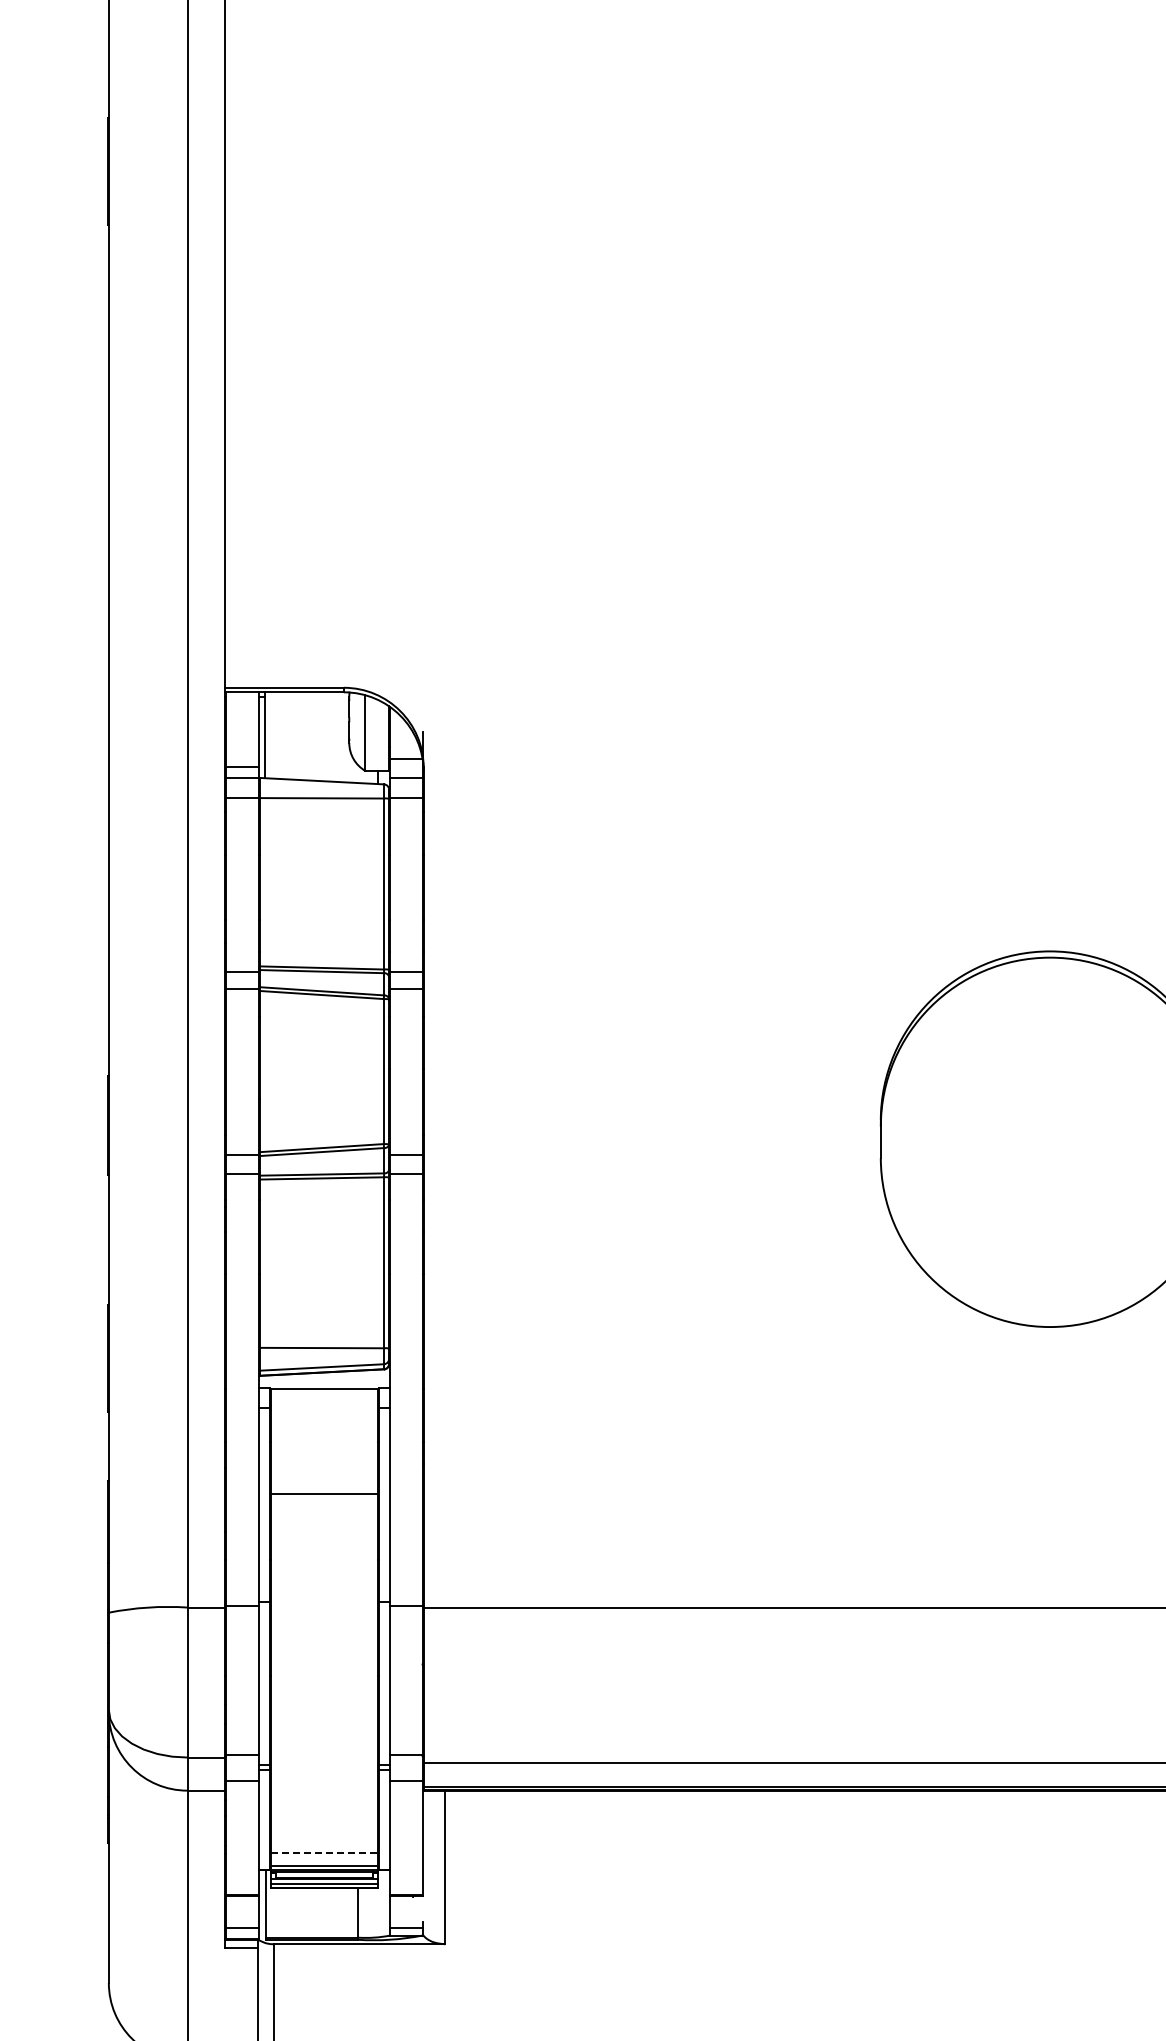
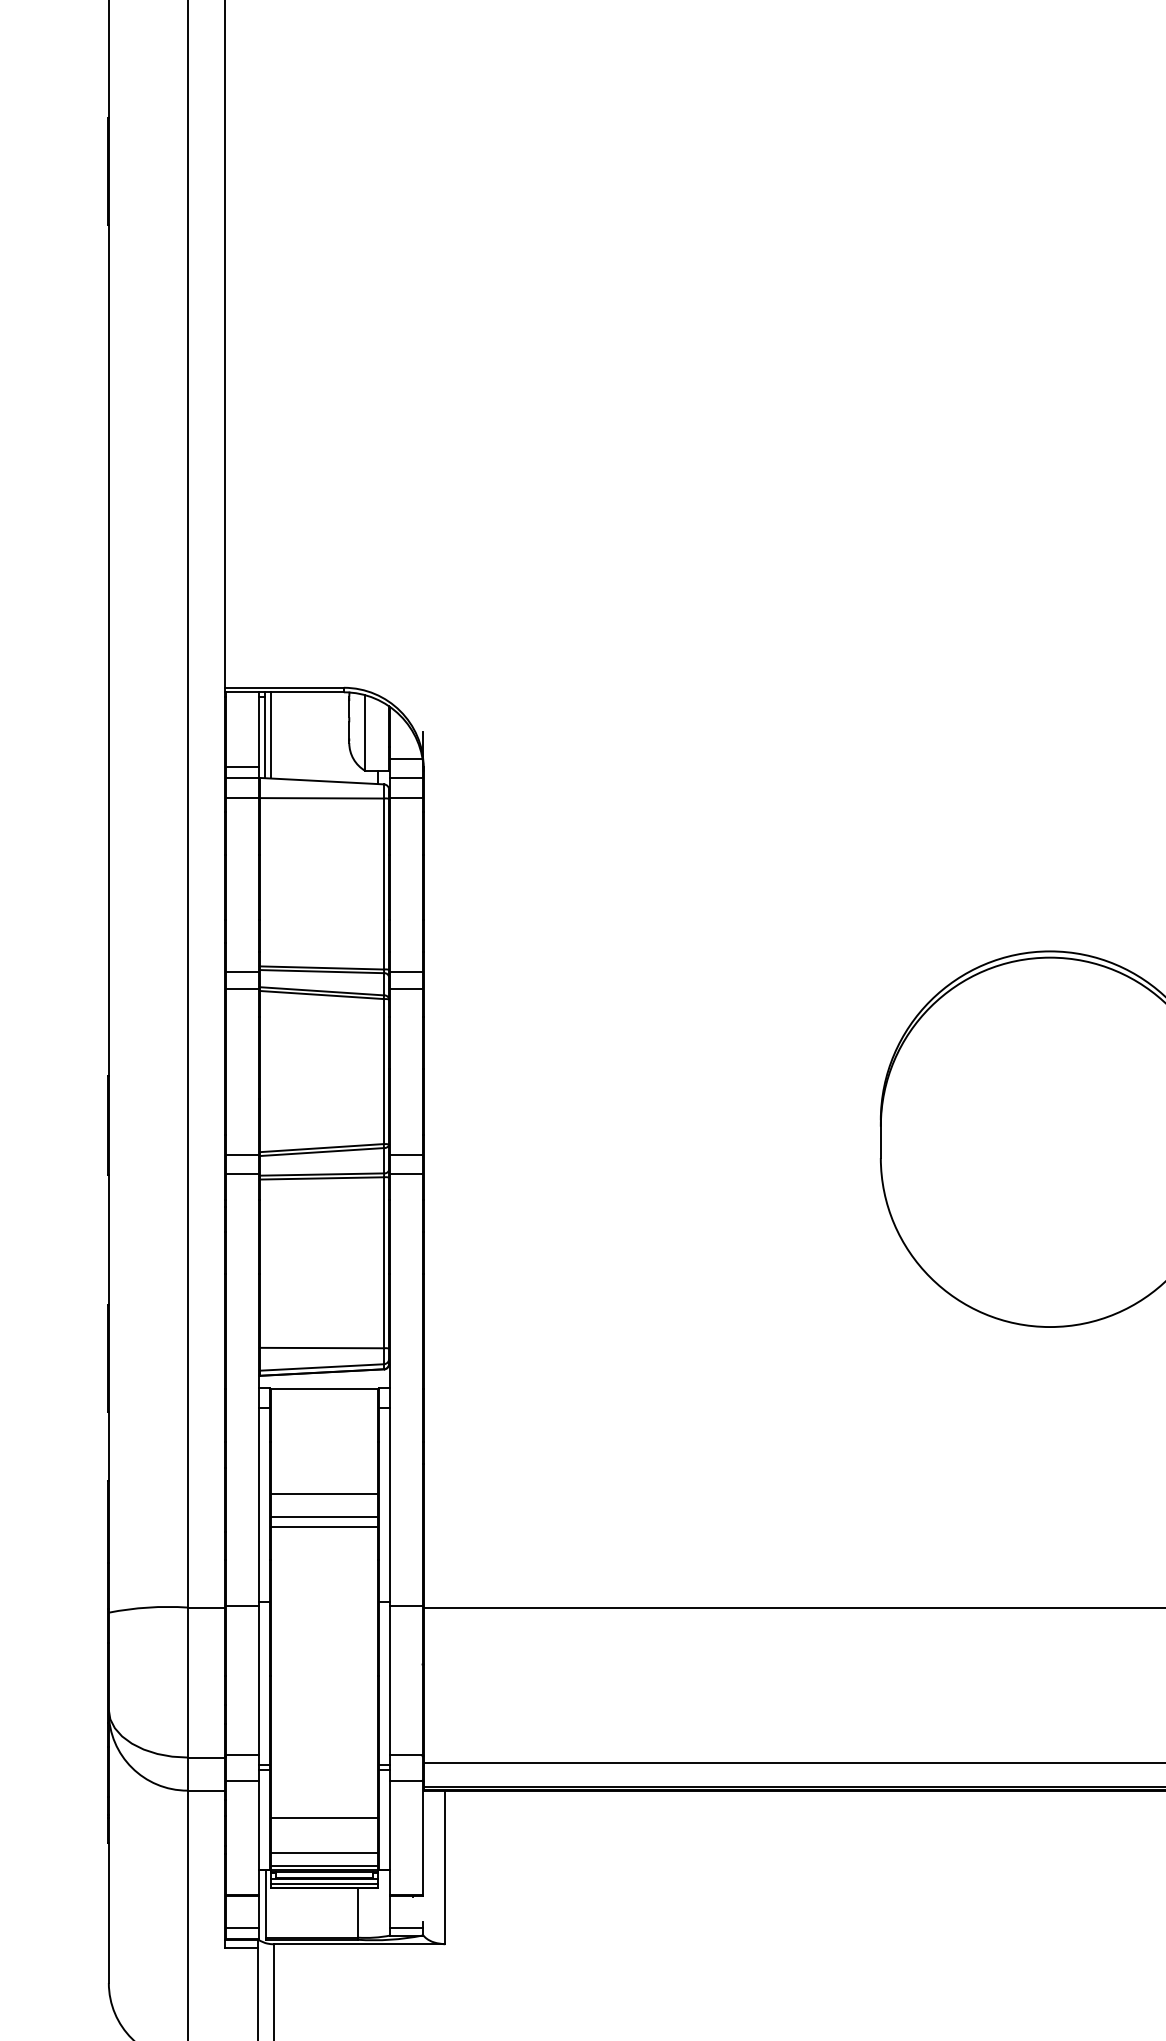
line at (270, 735): none -> present
line at (324, 1517): none -> present
line at (324, 1527): none -> present
line at (324, 1817): none -> present
line at (324, 1852): dashed -> solid
